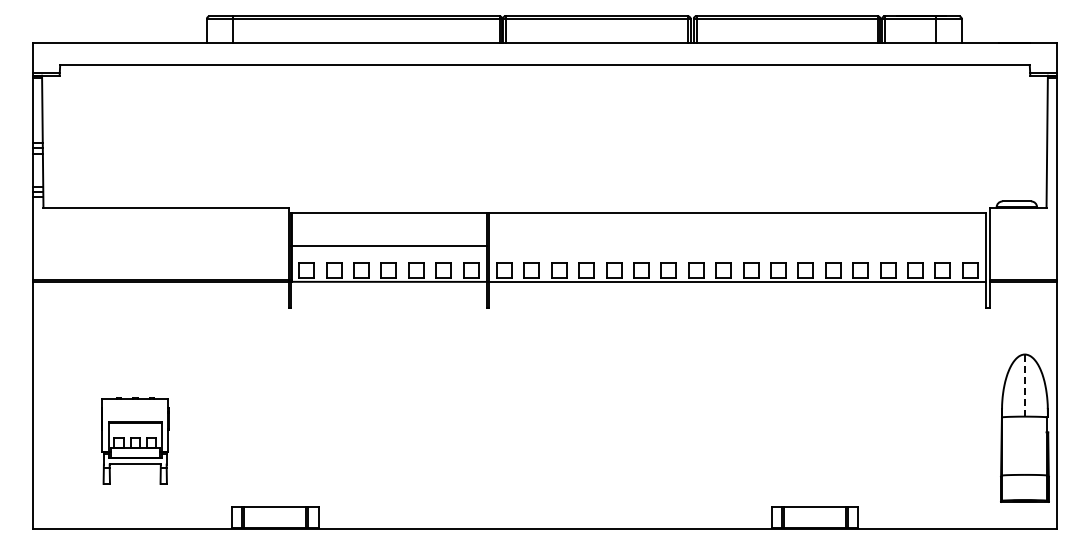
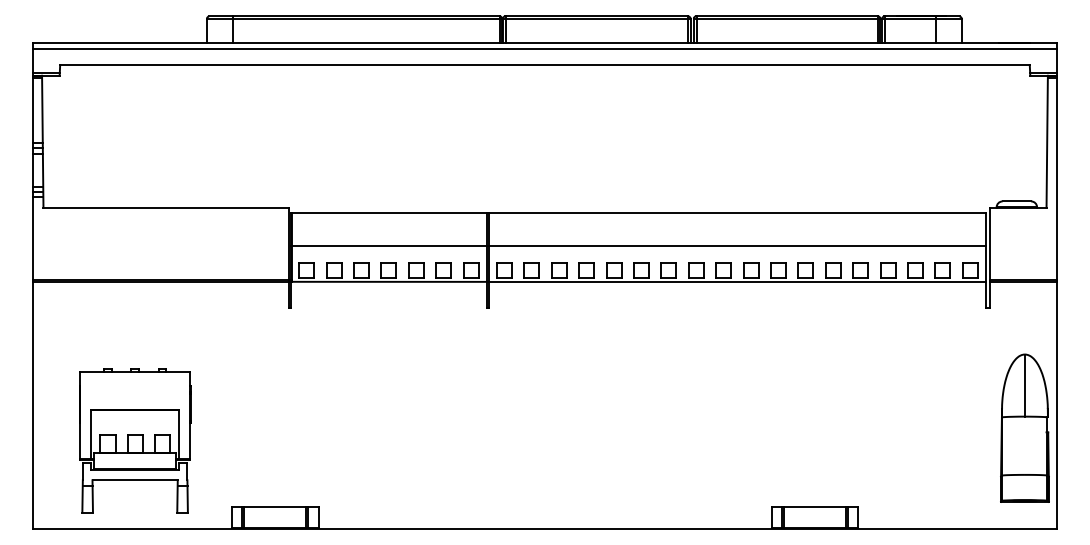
line at (544, 48): none -> present
line at (736, 245): none -> present
line at (1024, 386): dashed -> solid
part at (135, 440) size: 69x88 px -> 113x146 px
